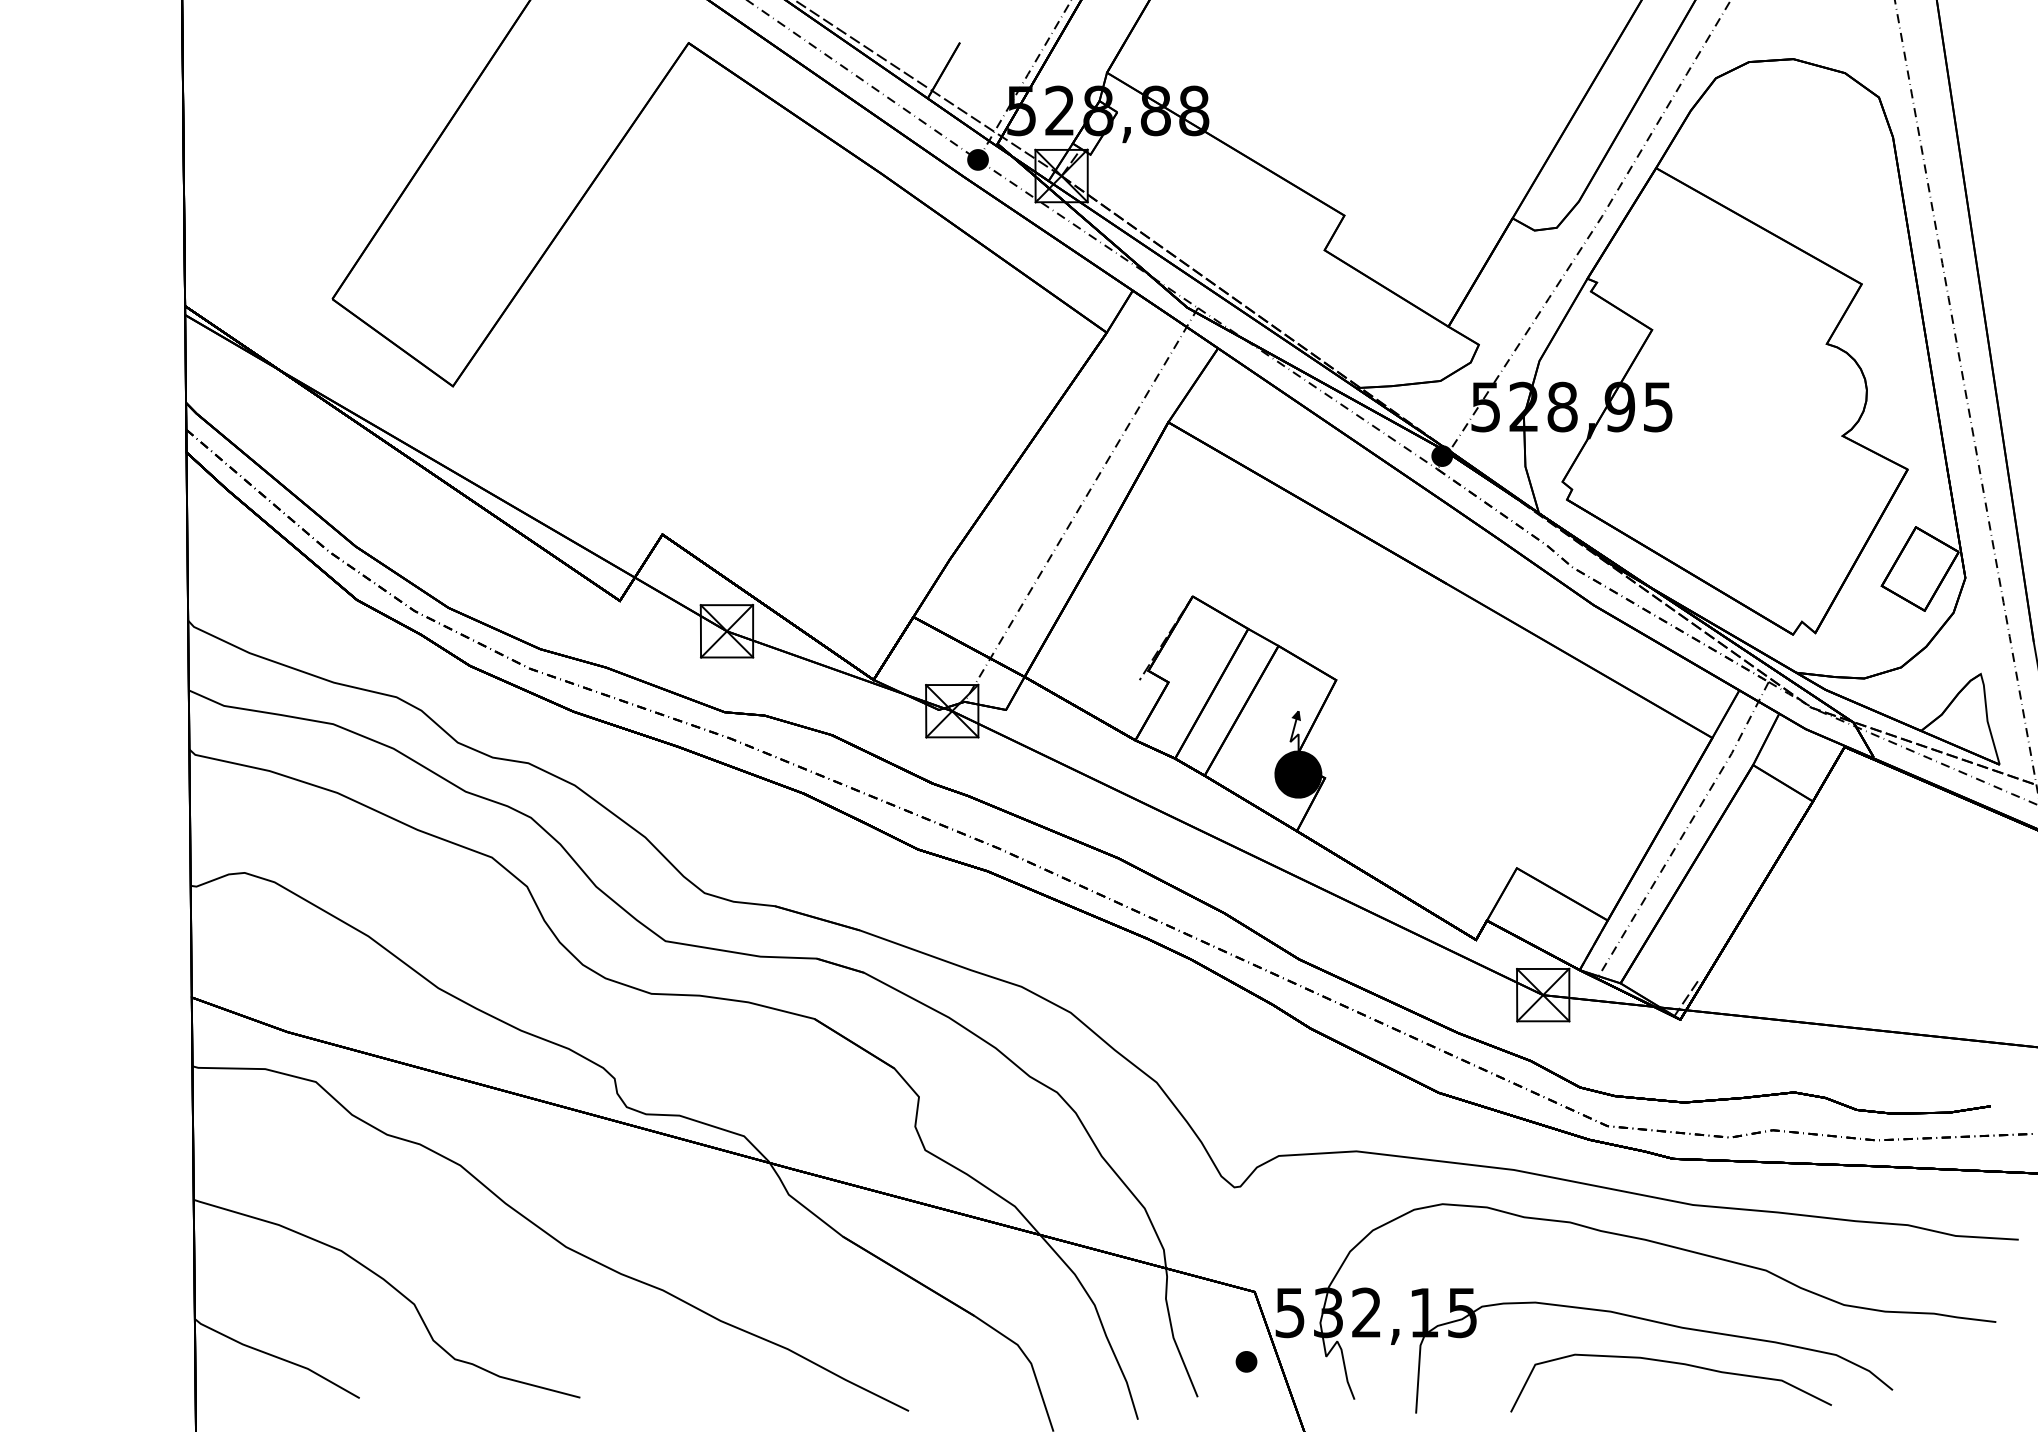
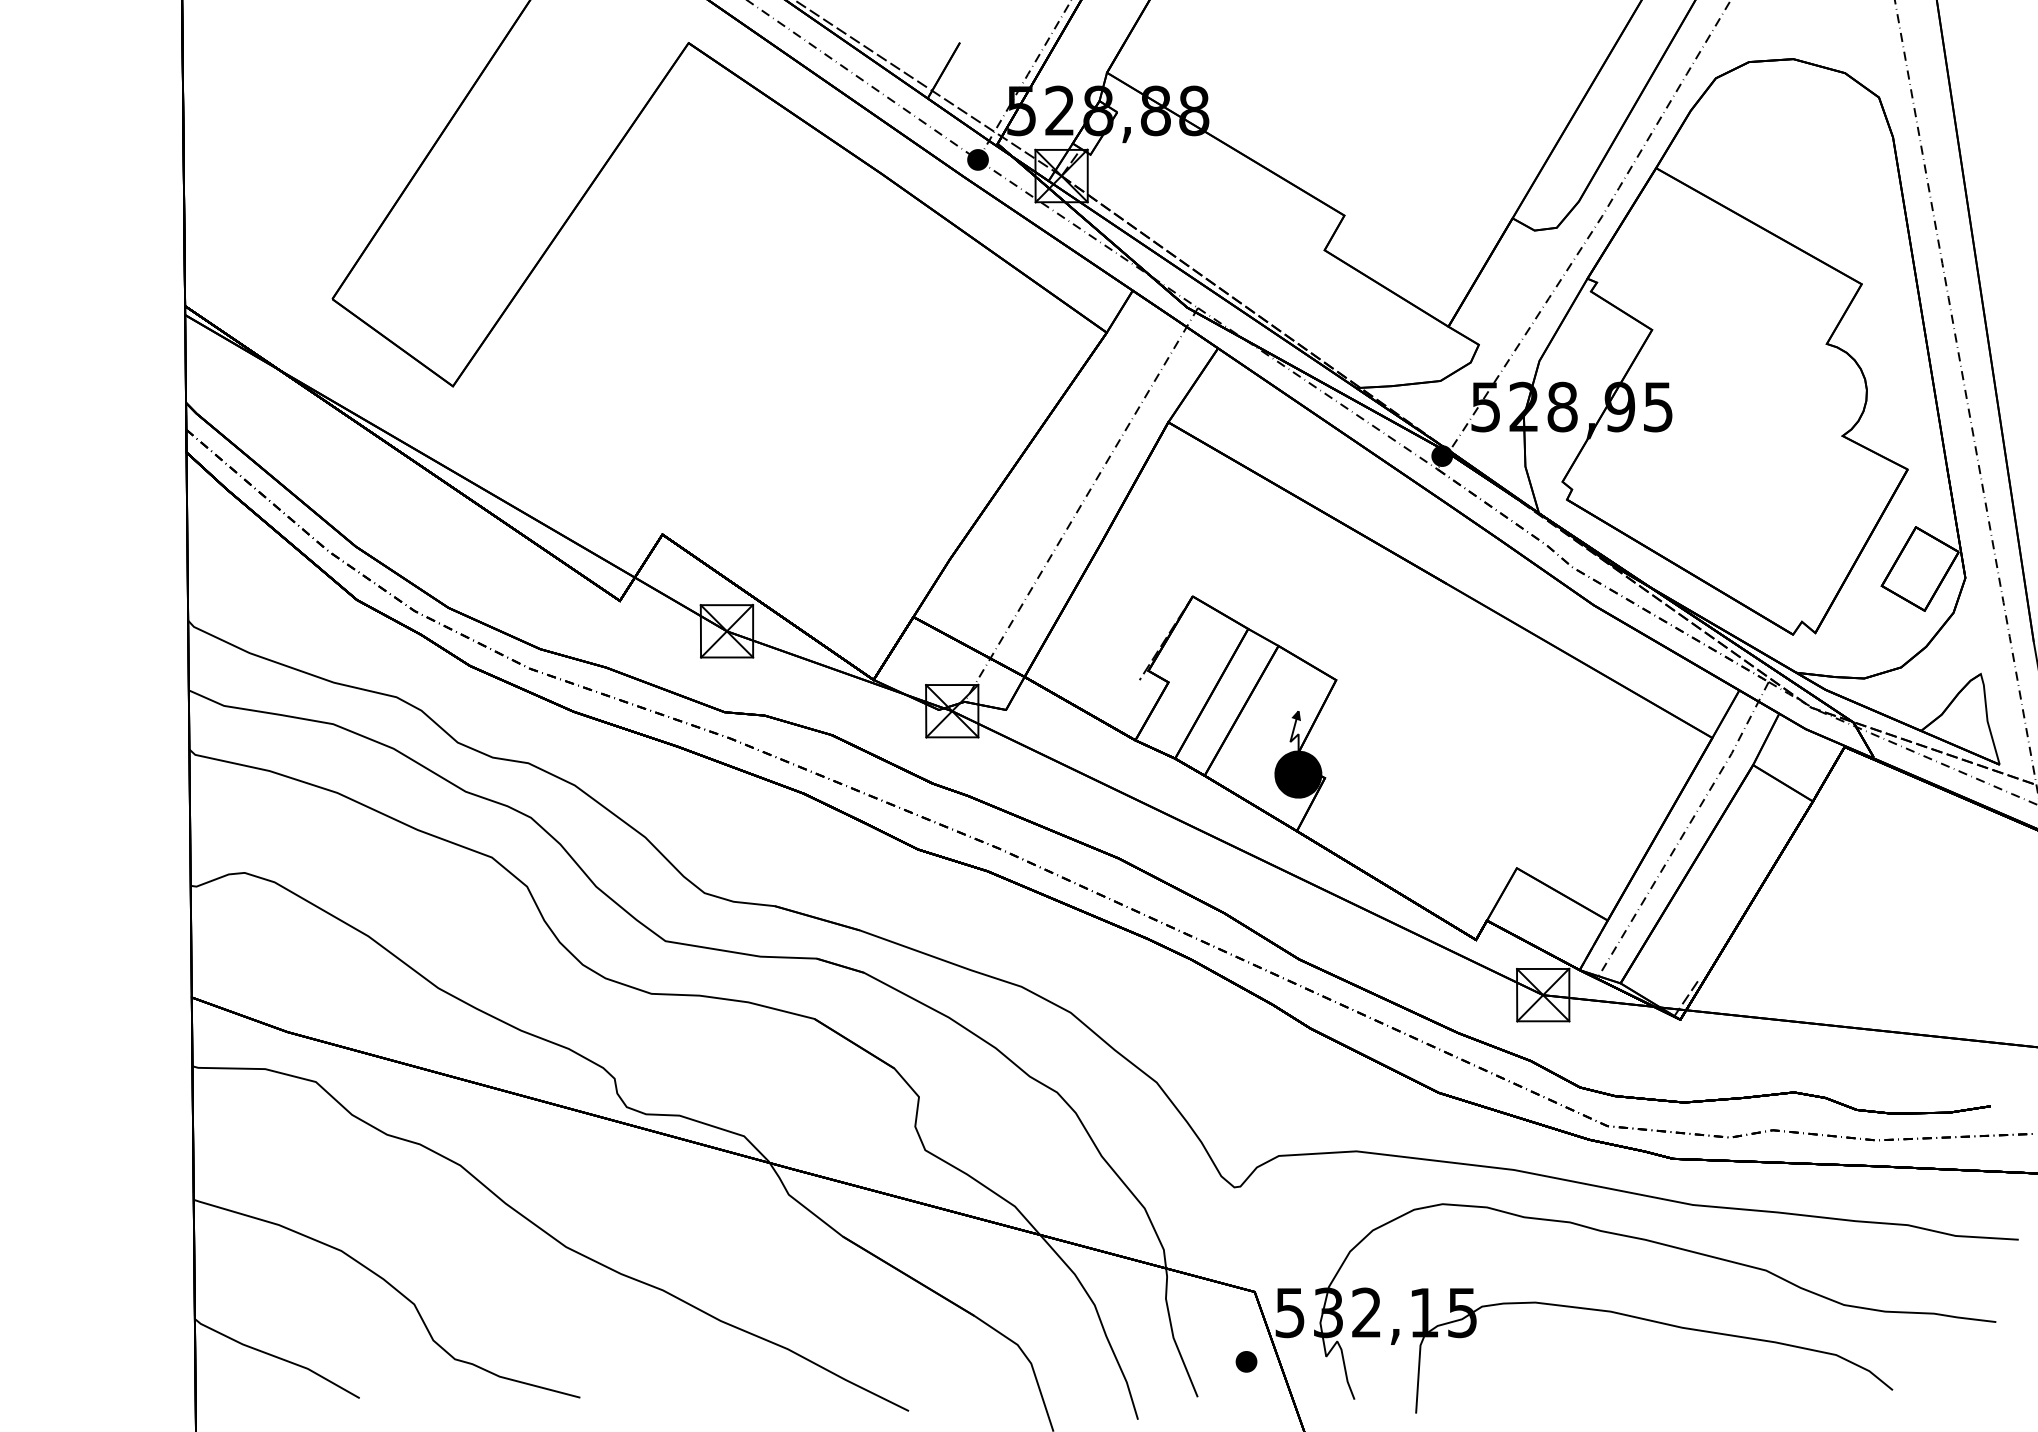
curve at (1670, 1363): present -> none
